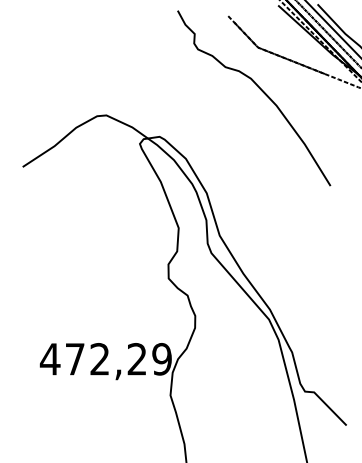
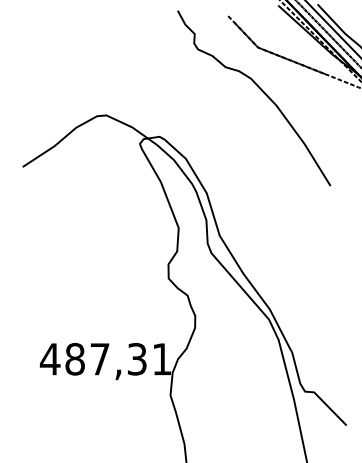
text at (118, 359): 472,29 -> 487,31
